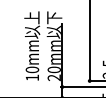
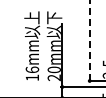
line at (89, 40): solid -> dashed
text at (31, 69): 10mm -> 16mm
